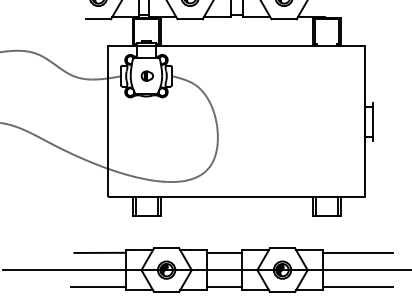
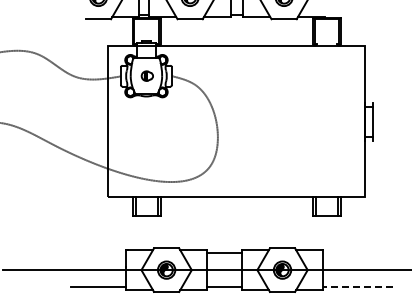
line at (99, 252): present -> none
line at (357, 252): present -> none
line at (358, 287): solid -> dashed
